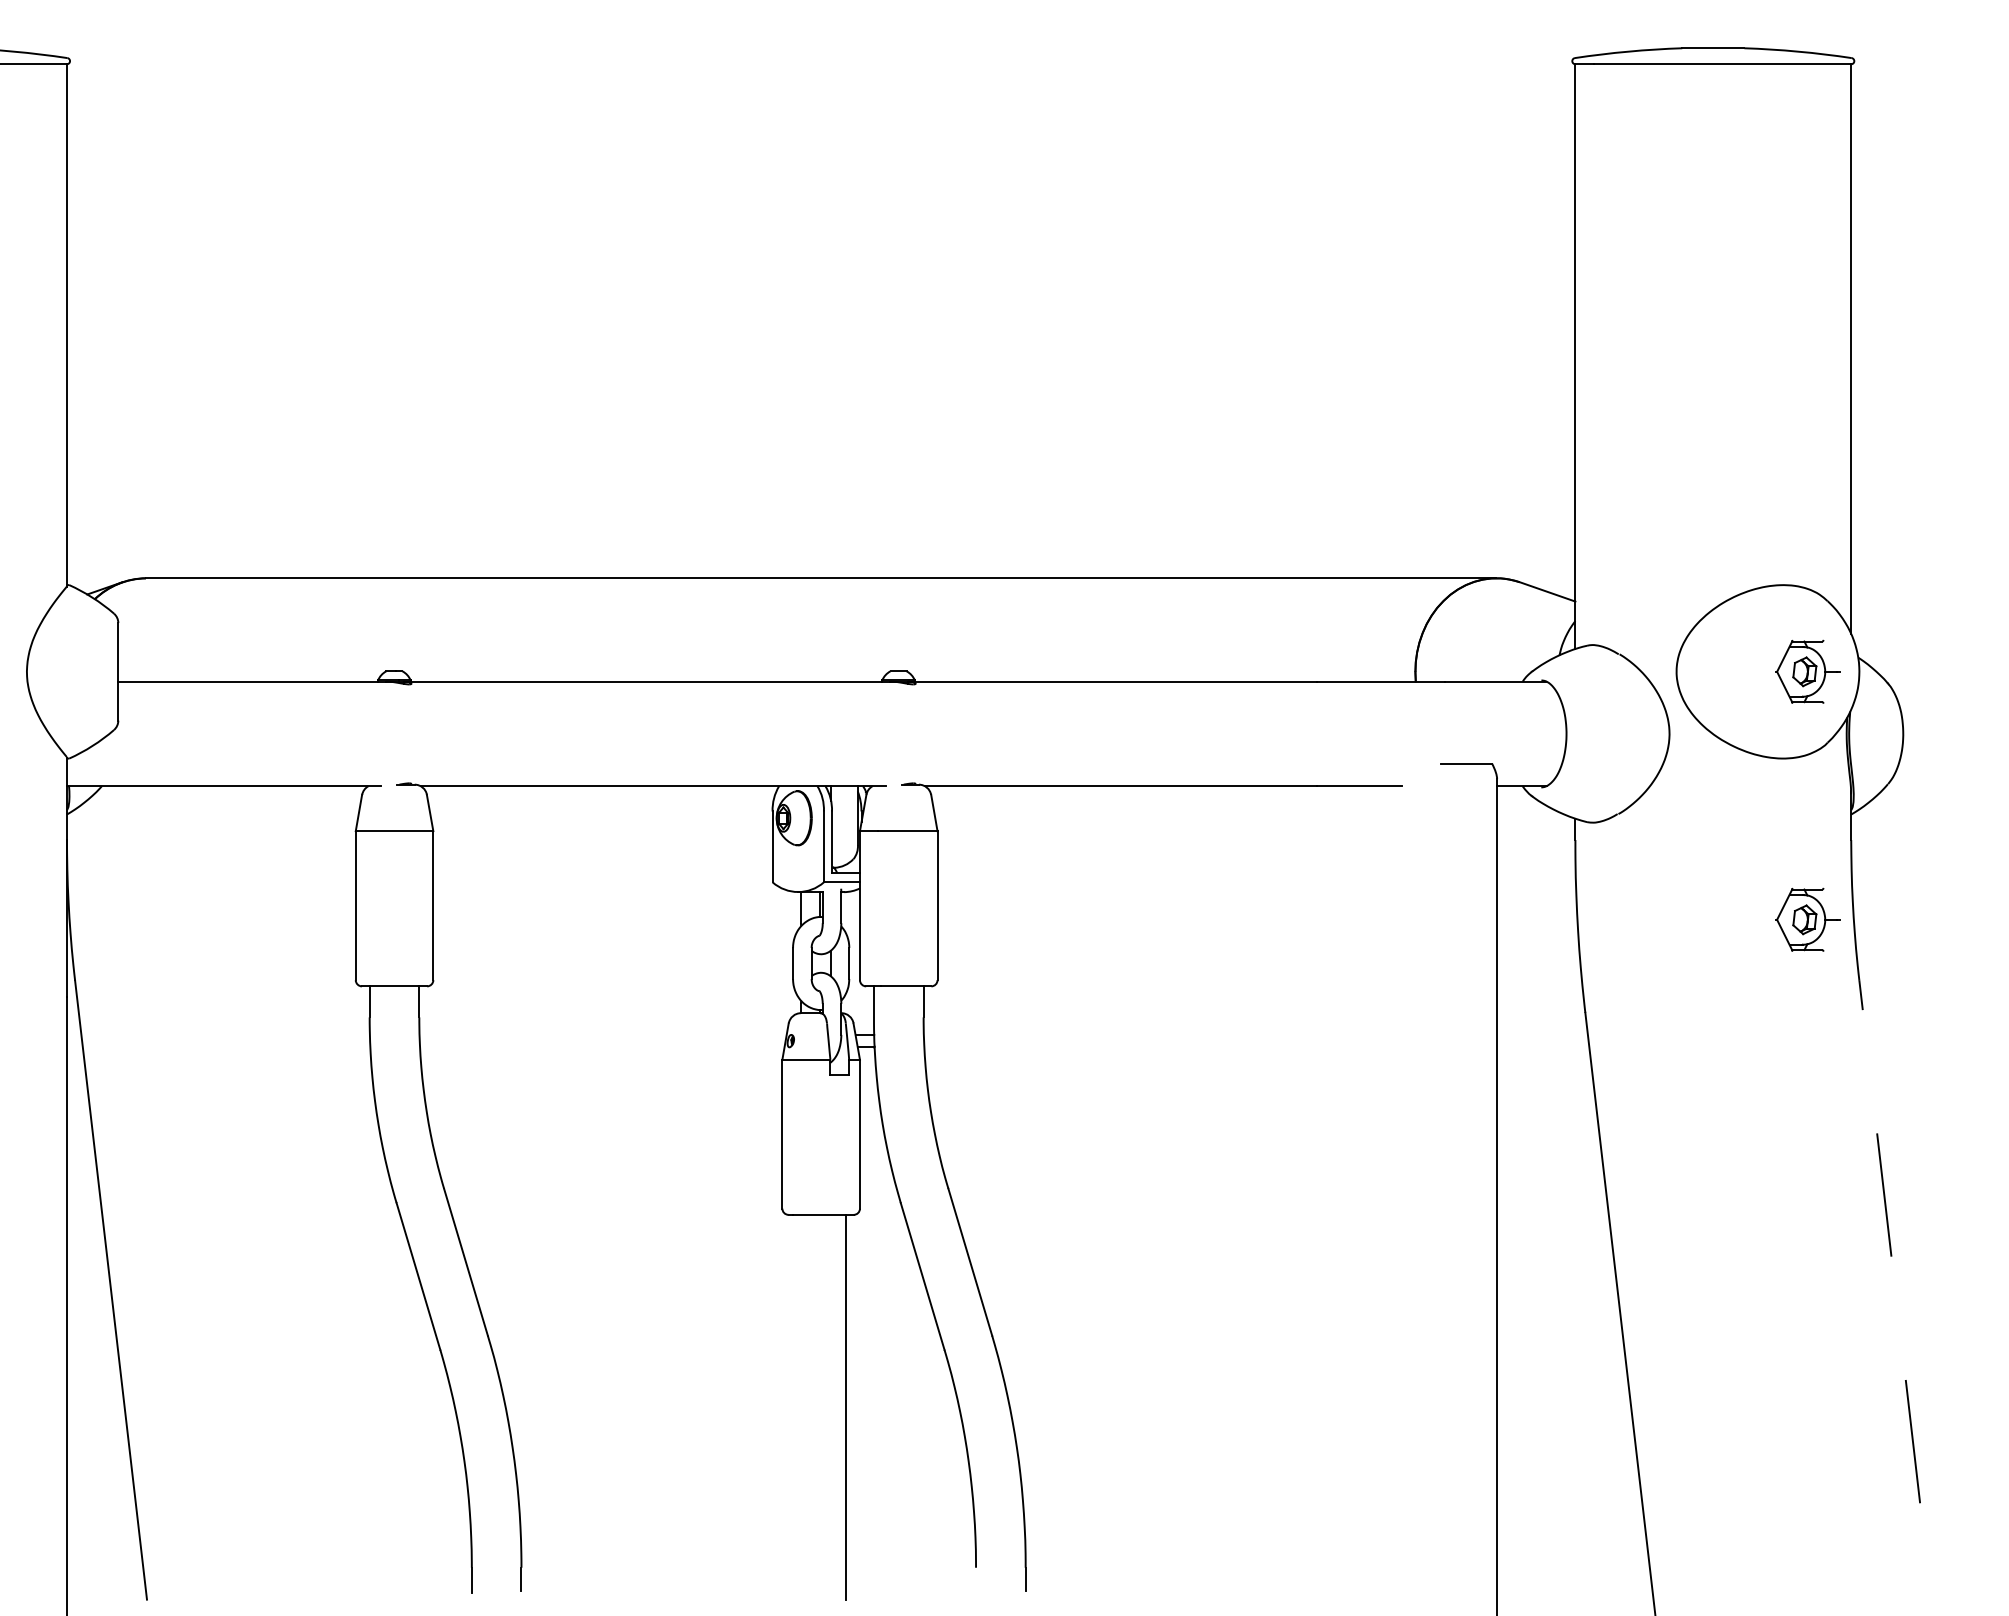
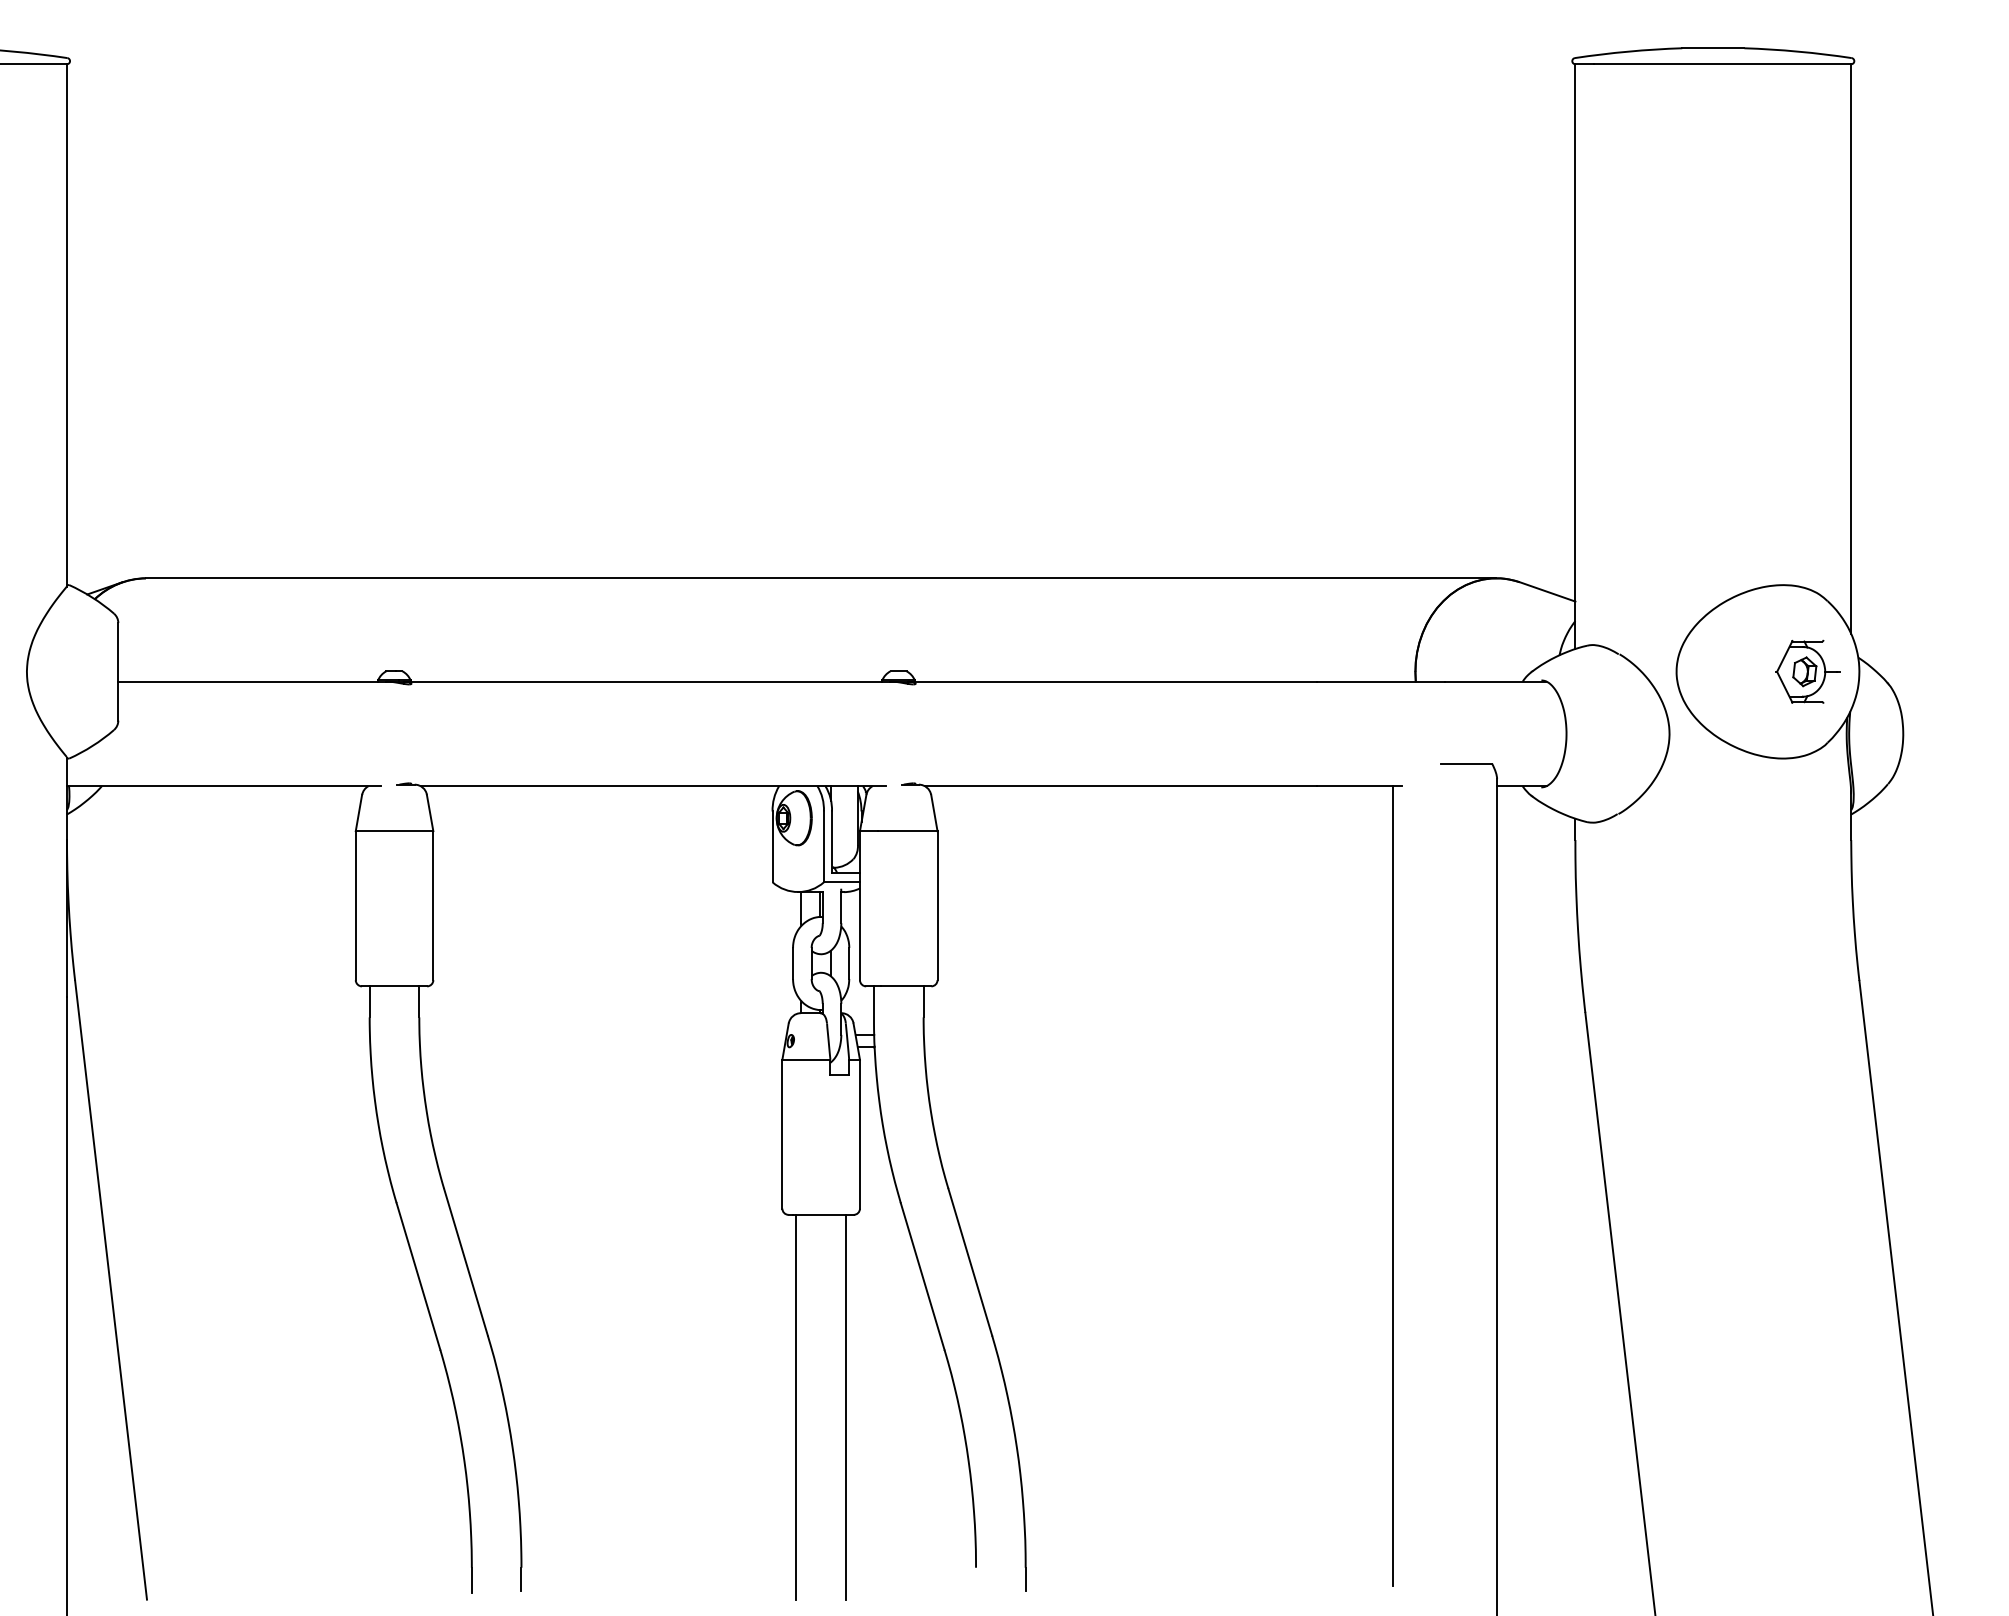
part at (1807, 919): present -> none
line at (1392, 1185): none -> present
line at (1896, 1298): dashed -> solid
line at (796, 1406): none -> present
